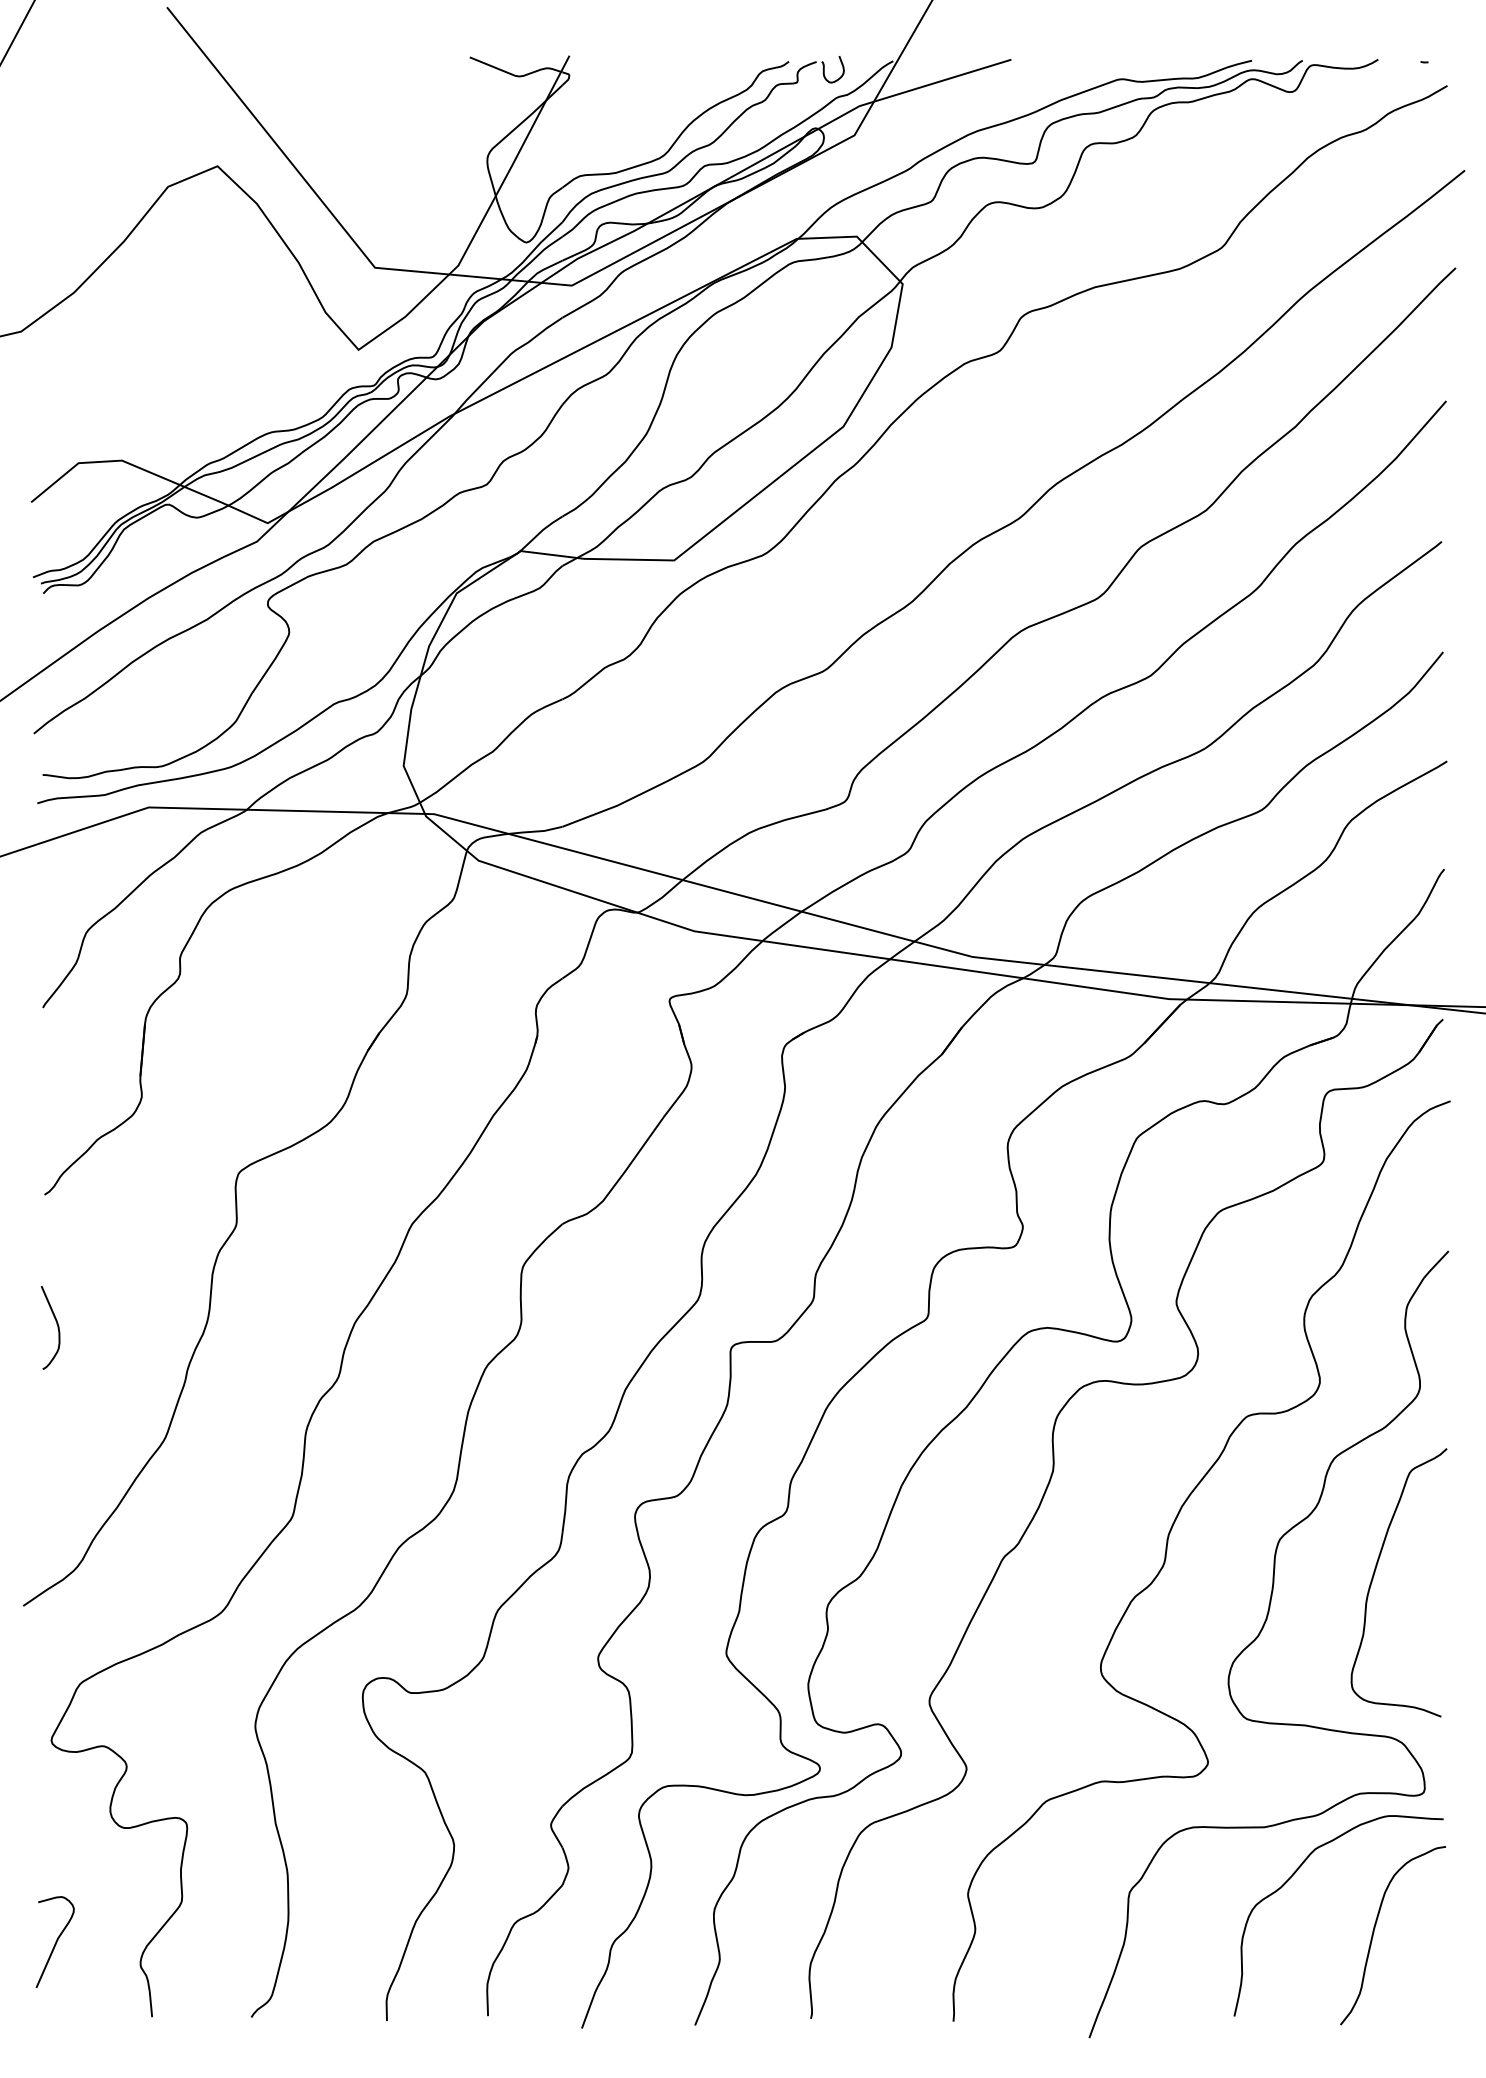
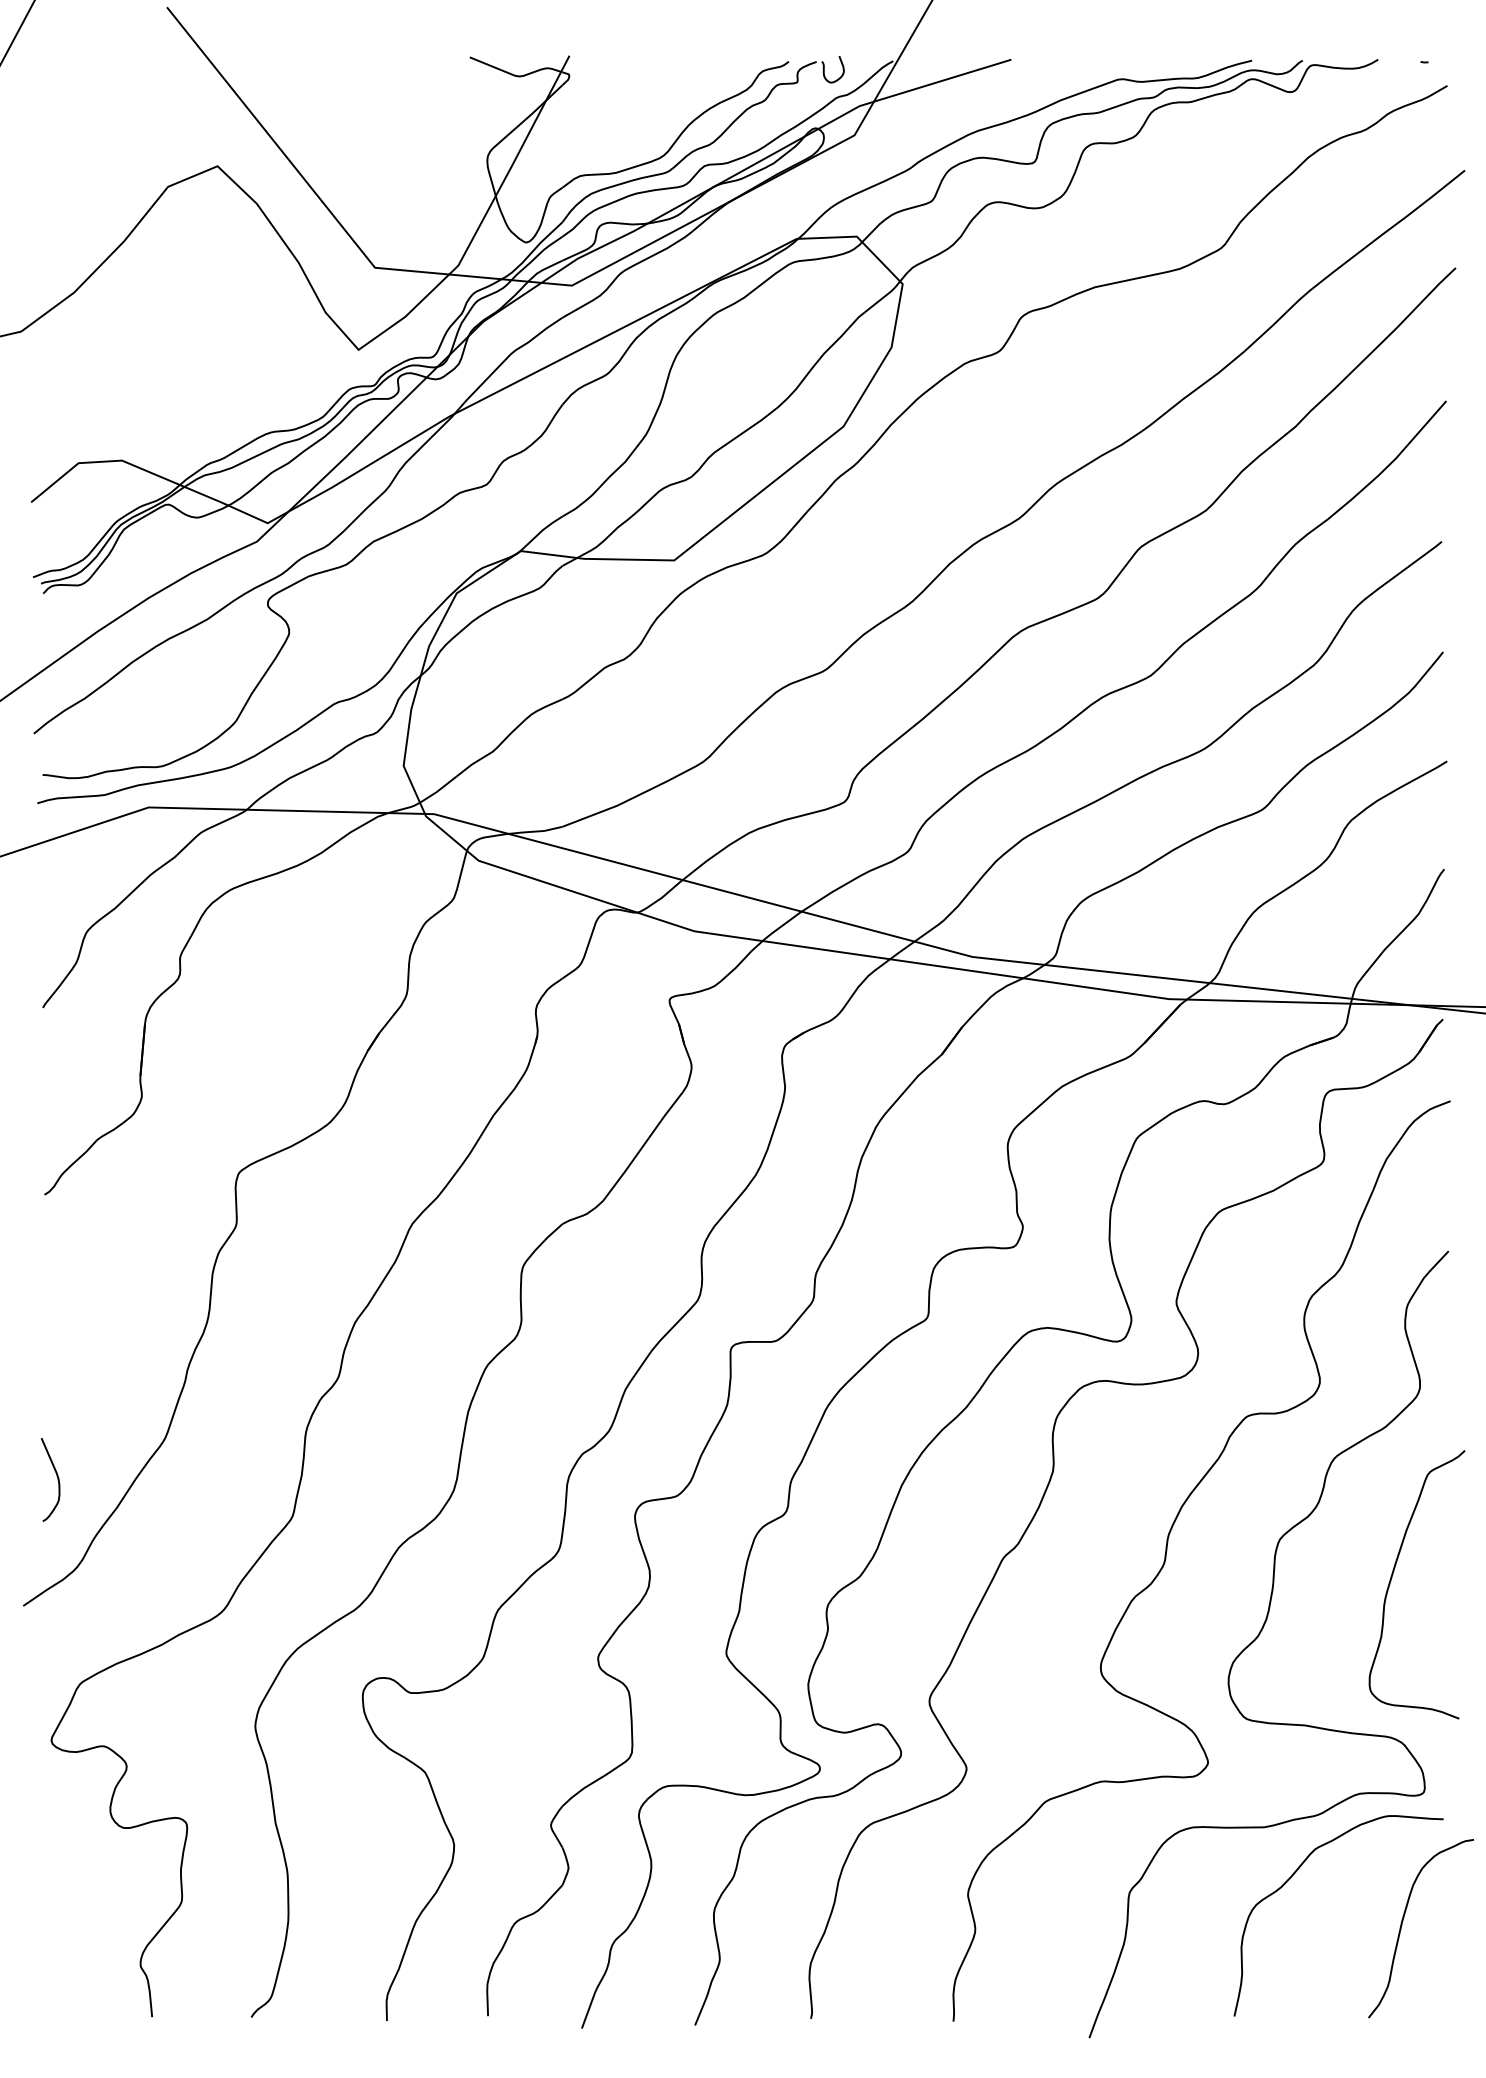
curve at (56, 1324) position: (56, 1324) -> (56, 1476)
curve at (1374, 1576) position: (1374, 1576) -> (1392, 1578)
curve at (1374, 1932) position: (1374, 1932) -> (1402, 1925)
curve at (55, 1941): present -> none
